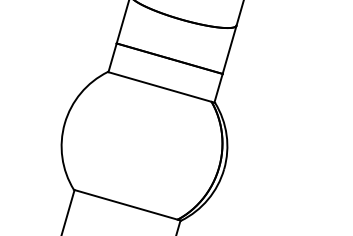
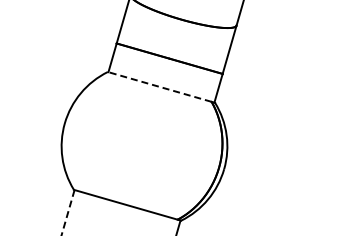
line at (159, 86): solid -> dashed
line at (67, 213): solid -> dashed
